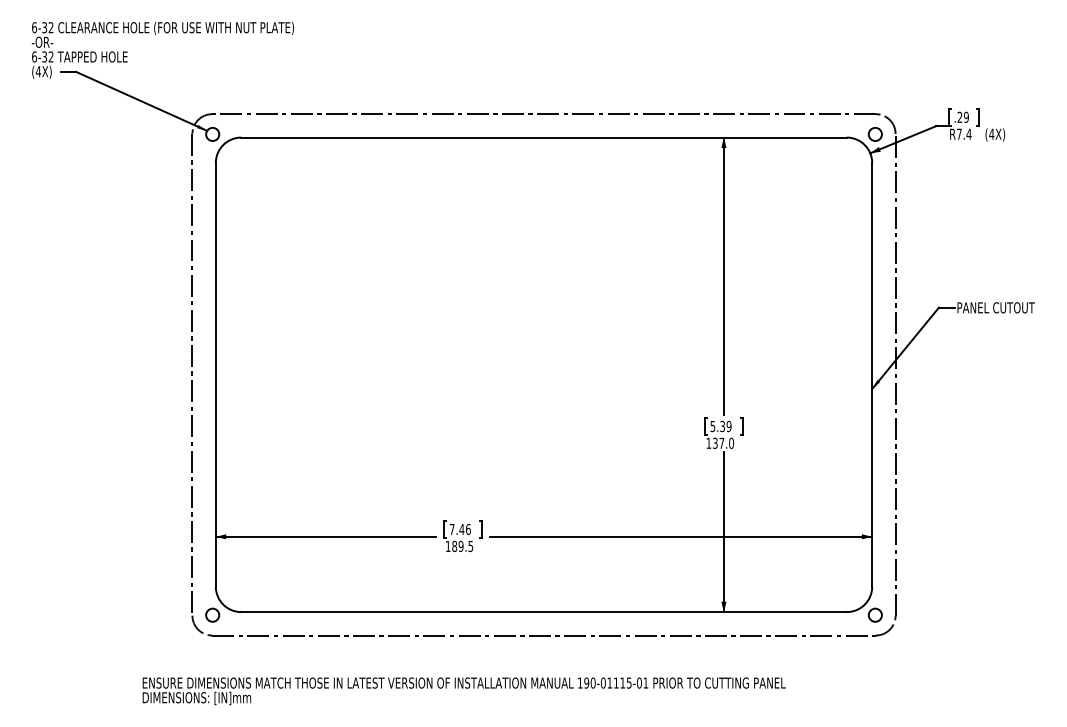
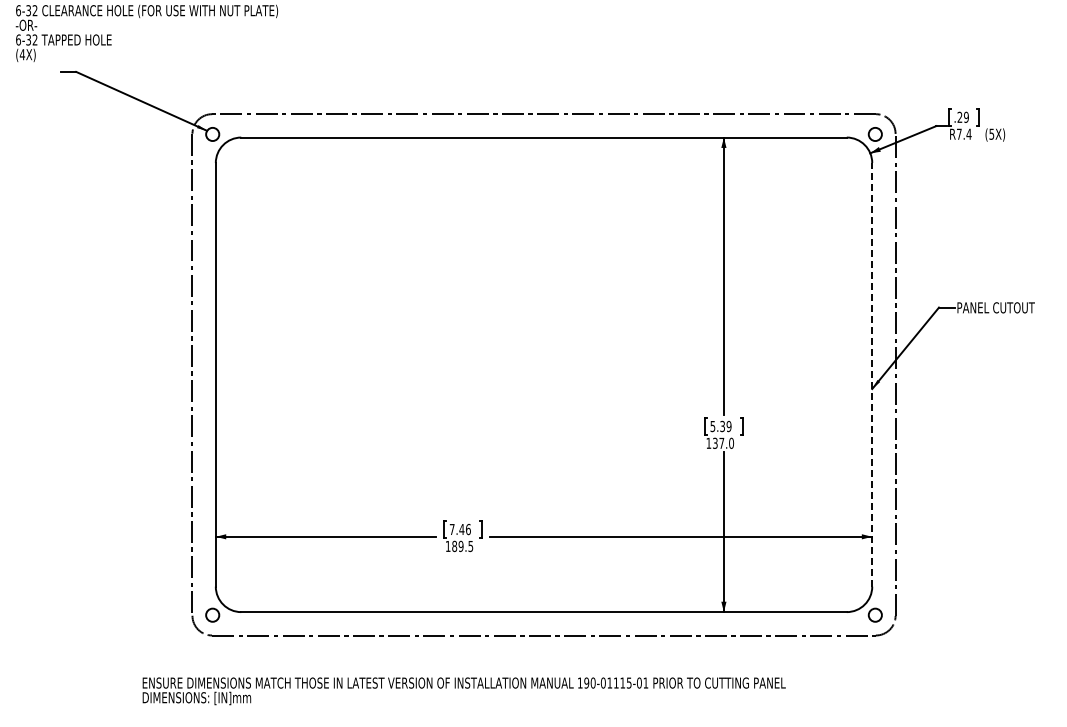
text at (162, 49) position: (162, 49) -> (146, 32)
text at (991, 133): (4X) -> (5X)
line at (872, 374): solid -> dashed
